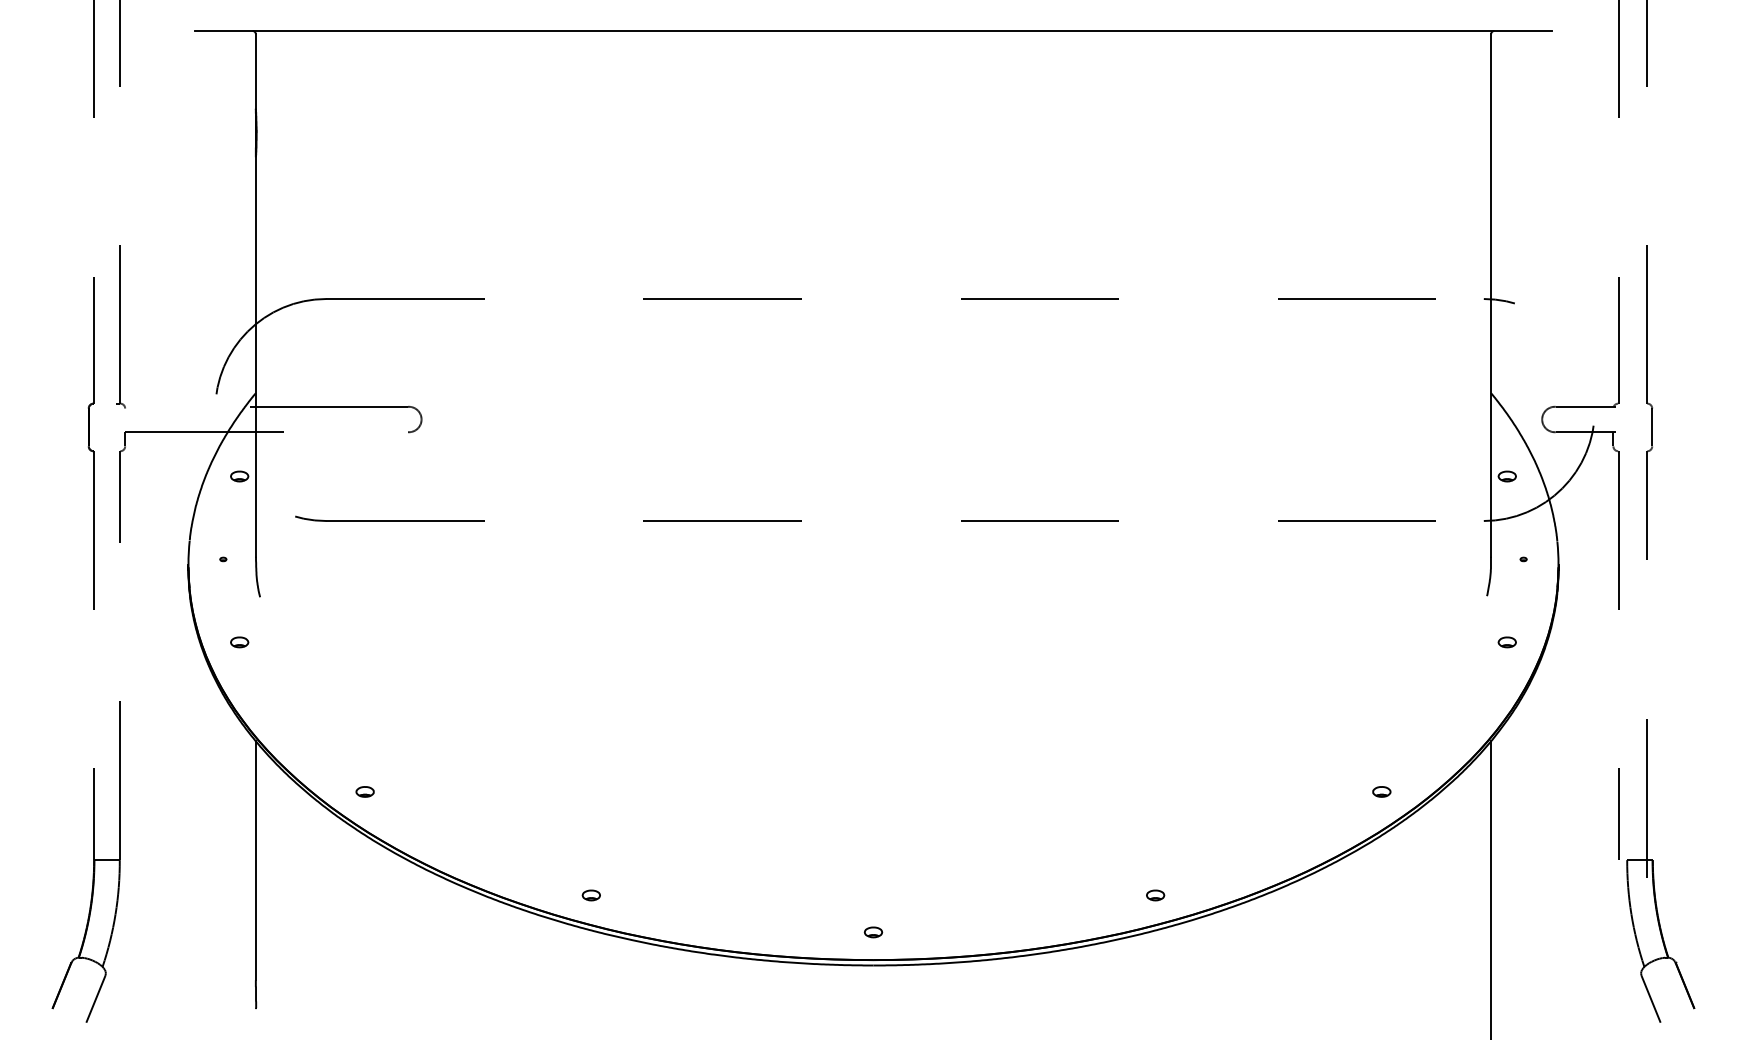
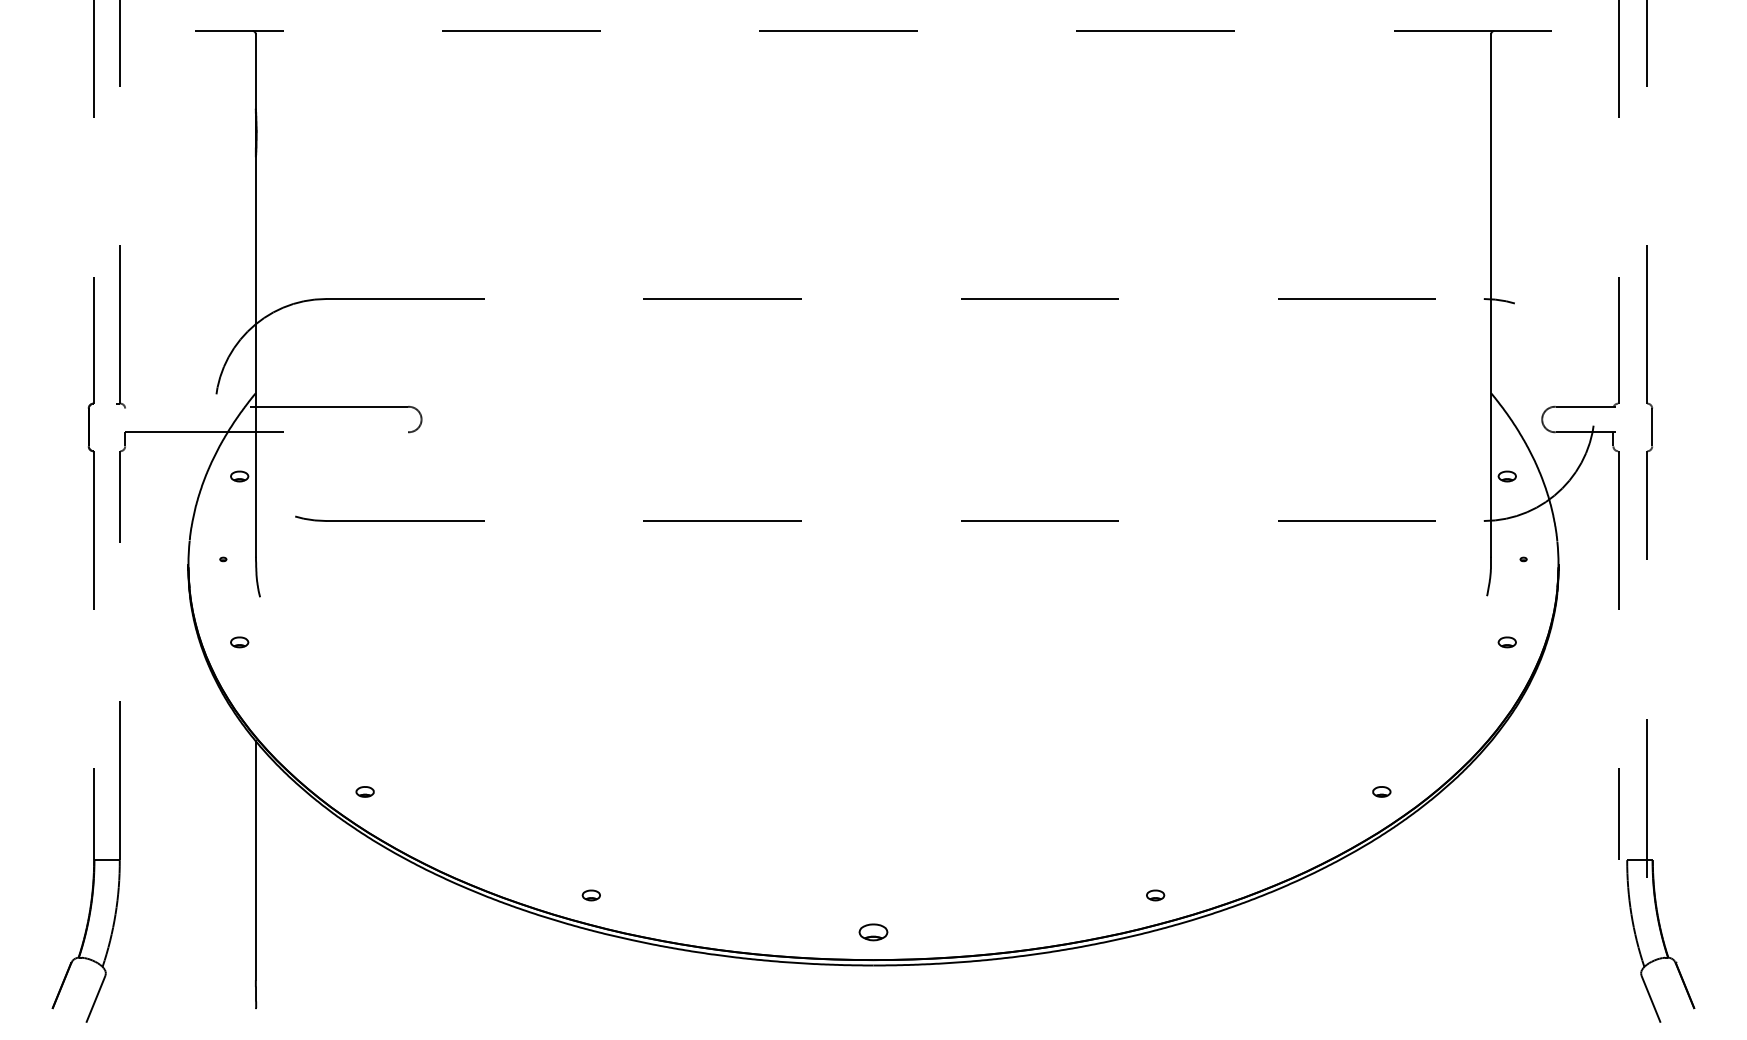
line at (873, 31): solid -> dashed
line at (1491, 888): present -> none
part at (873, 932) size: 21x13 px -> 31x19 px
